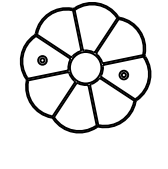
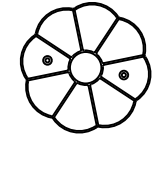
part at (42, 60) position: (42, 60) -> (47, 60)
